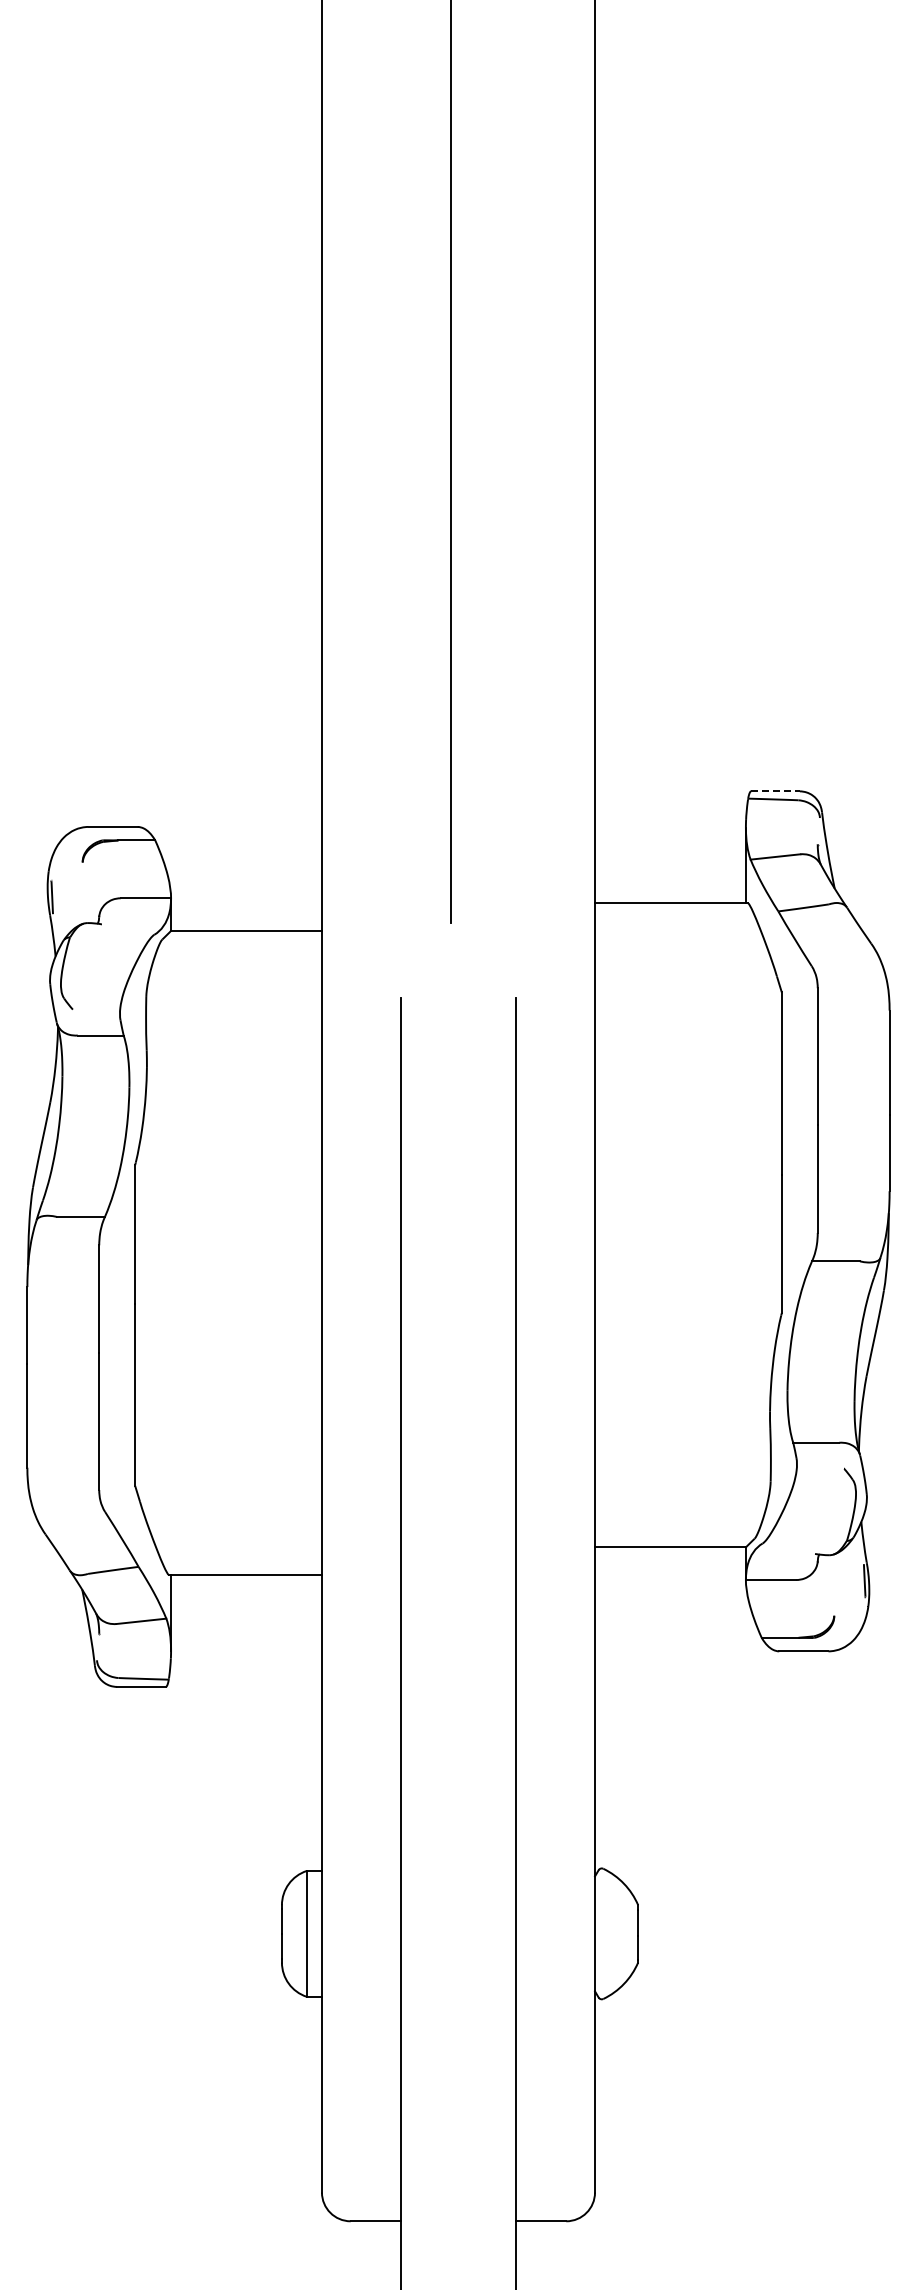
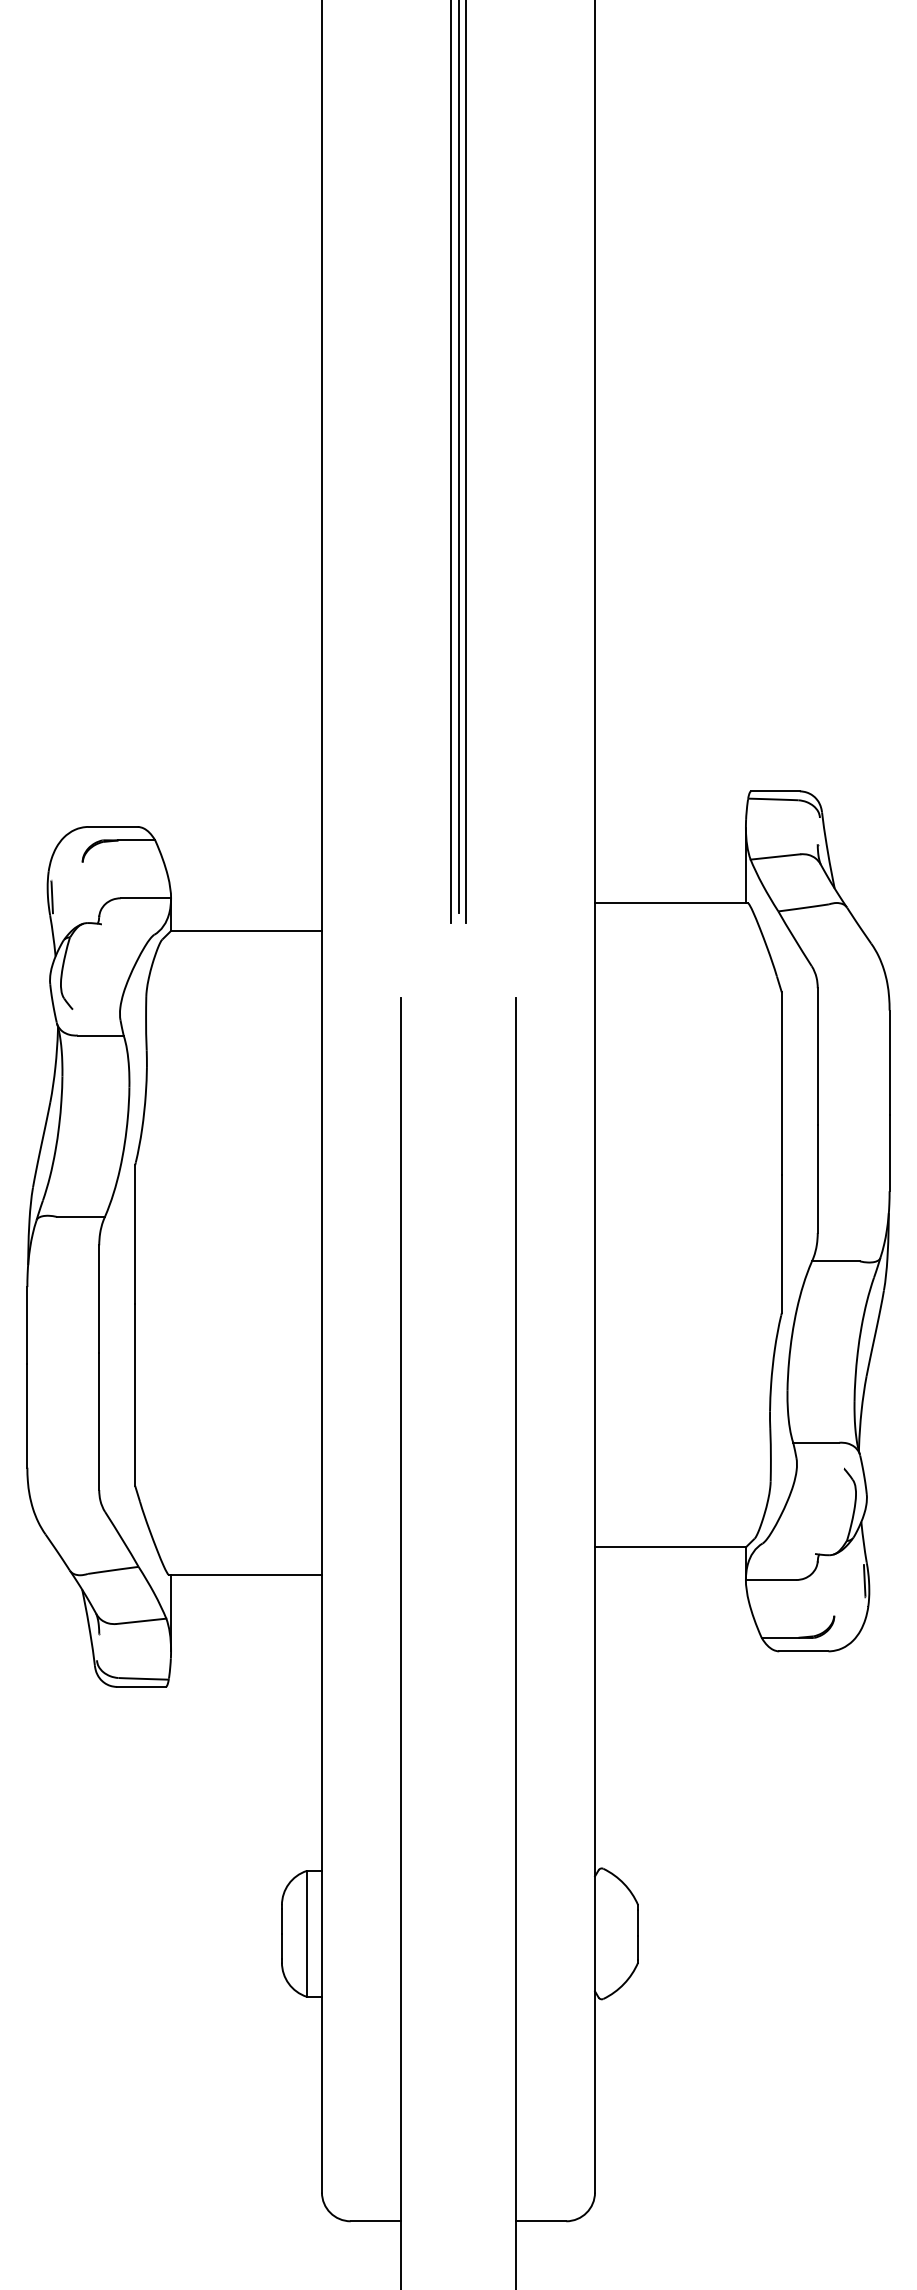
line at (458, 457): none -> present
line at (465, 462): none -> present
line at (776, 791): dashed -> solid
